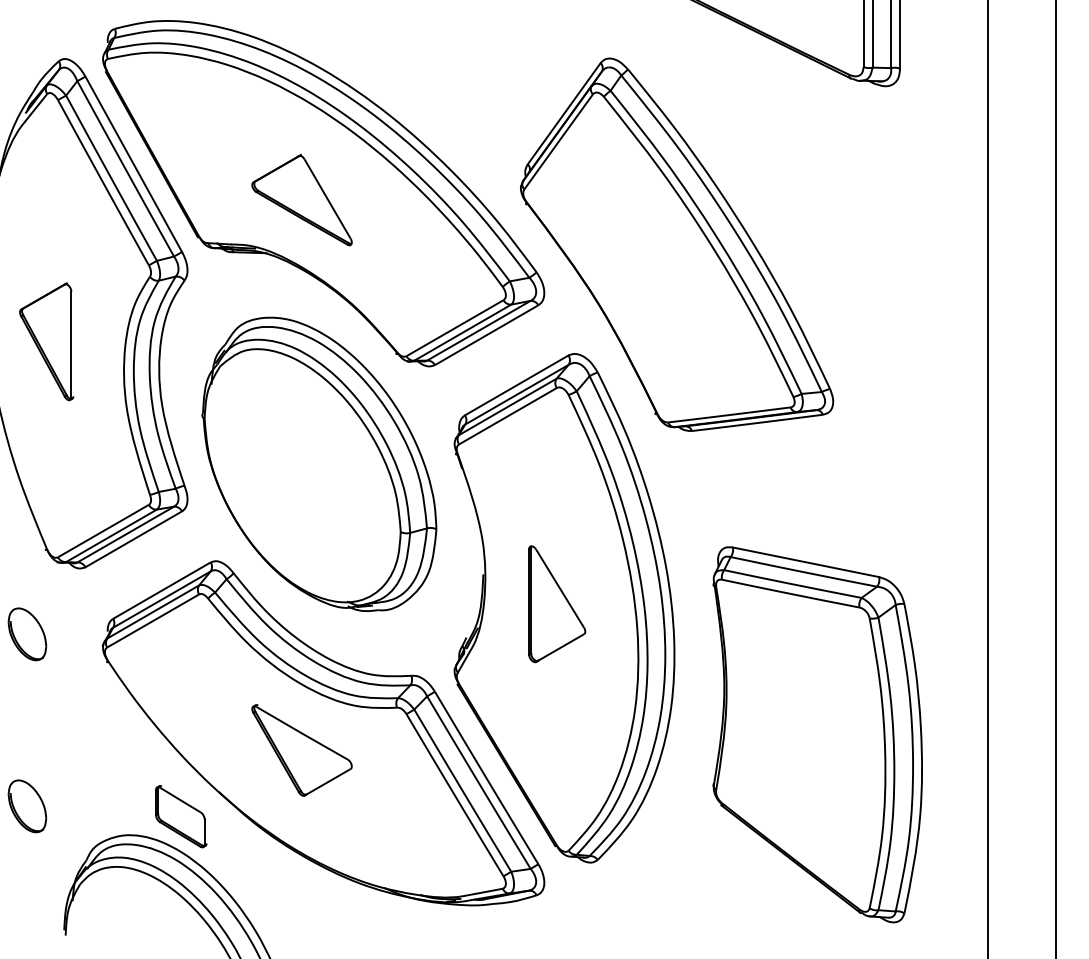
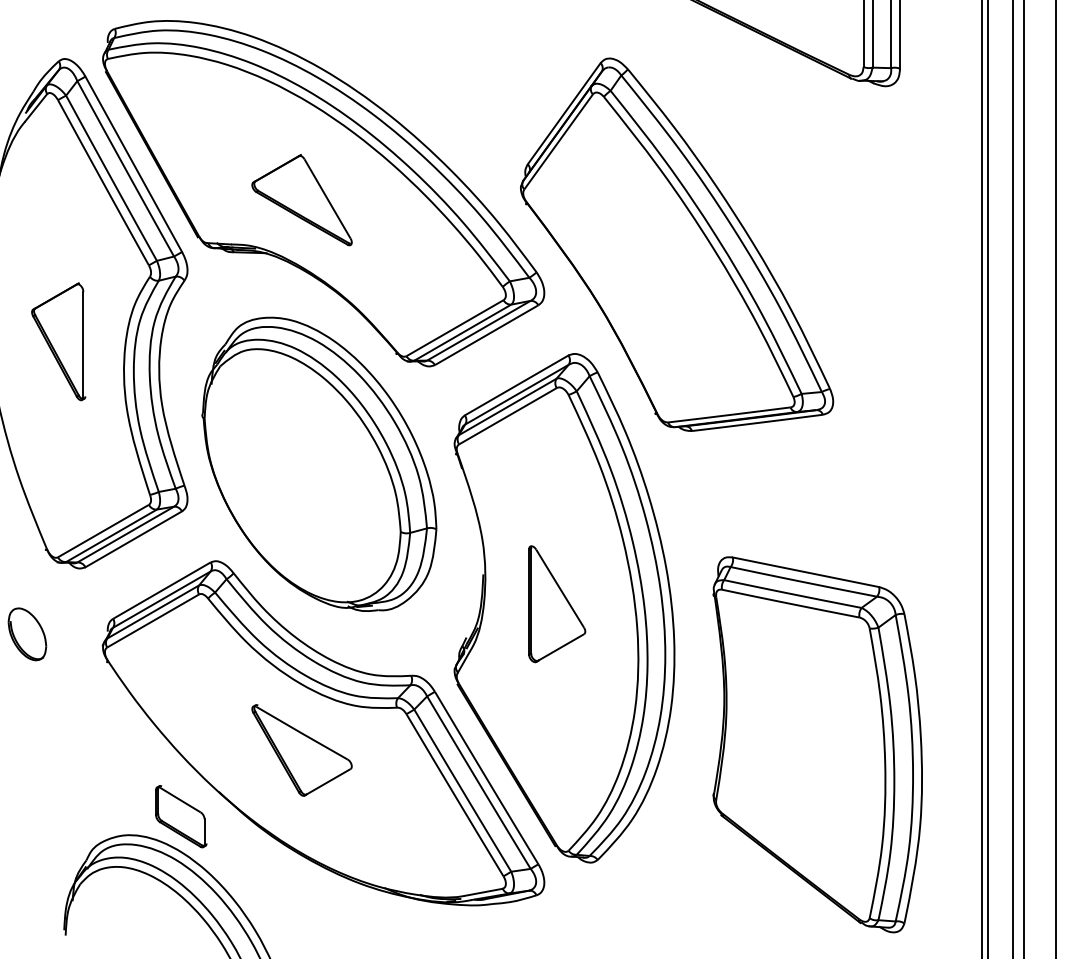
part at (46, 341) position: (46, 341) -> (58, 341)
line at (982, 478): none -> present
line at (1013, 478): none -> present
line at (1024, 478): none -> present
part at (817, 734) position: (817, 734) -> (817, 744)
part at (27, 806): present -> none
